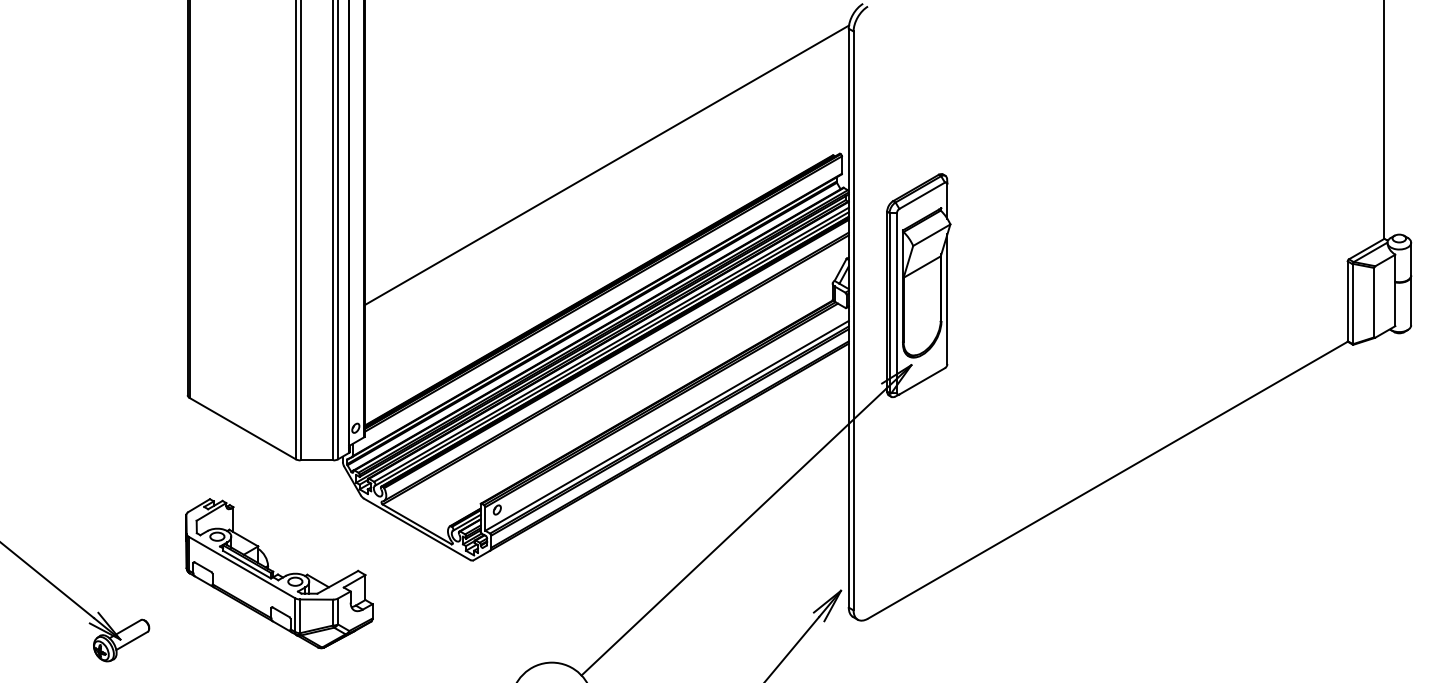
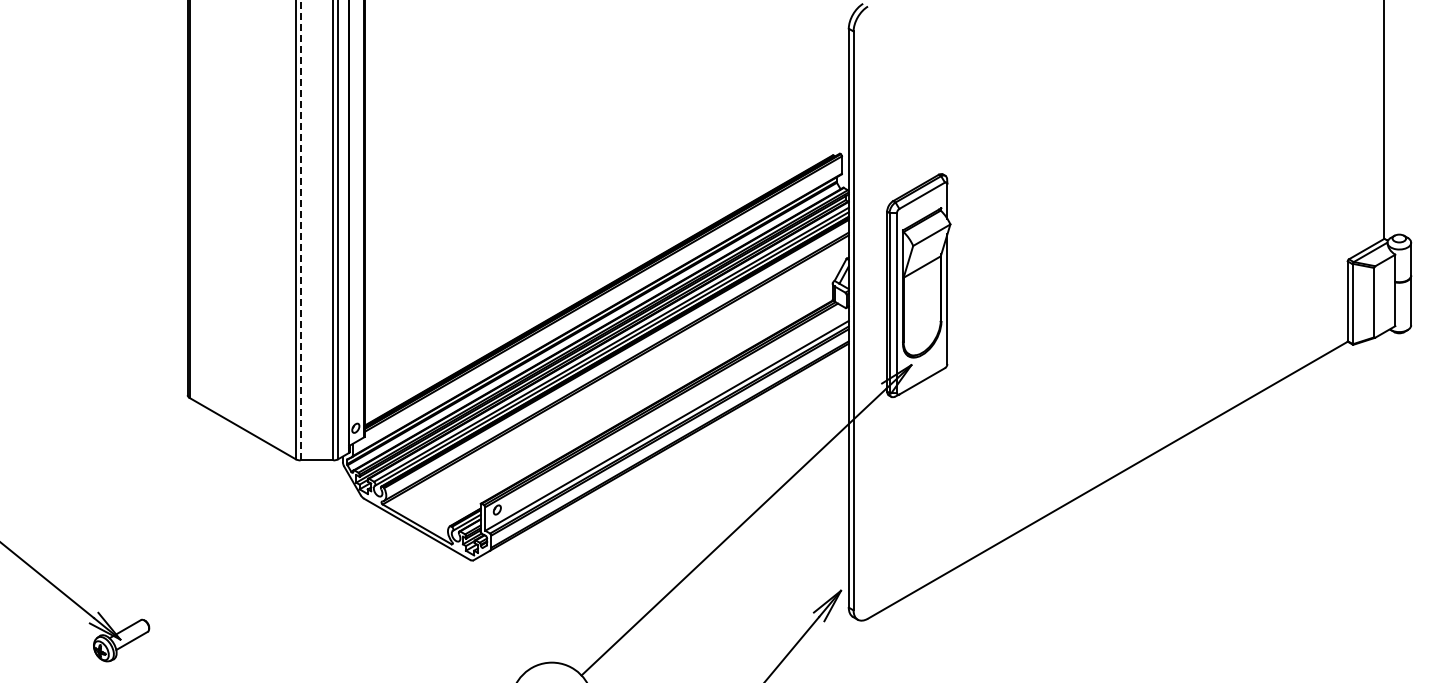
line at (606, 165): present -> none
line at (300, 229): solid -> dashed
part at (279, 573): present -> none
